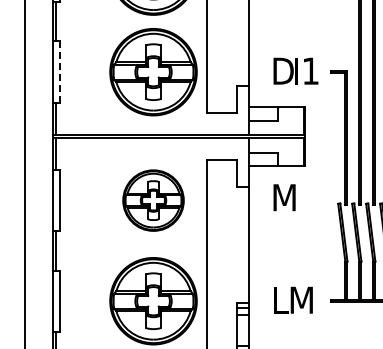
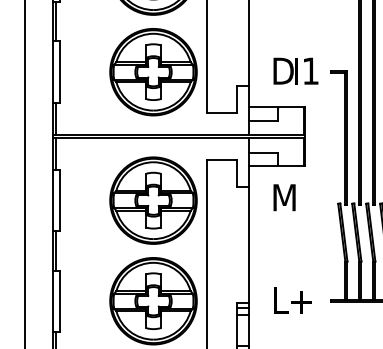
line at (59, 72): dashed -> solid
part at (153, 200) size: 63x63 px -> 89x89 px
text at (301, 299): M -> +
